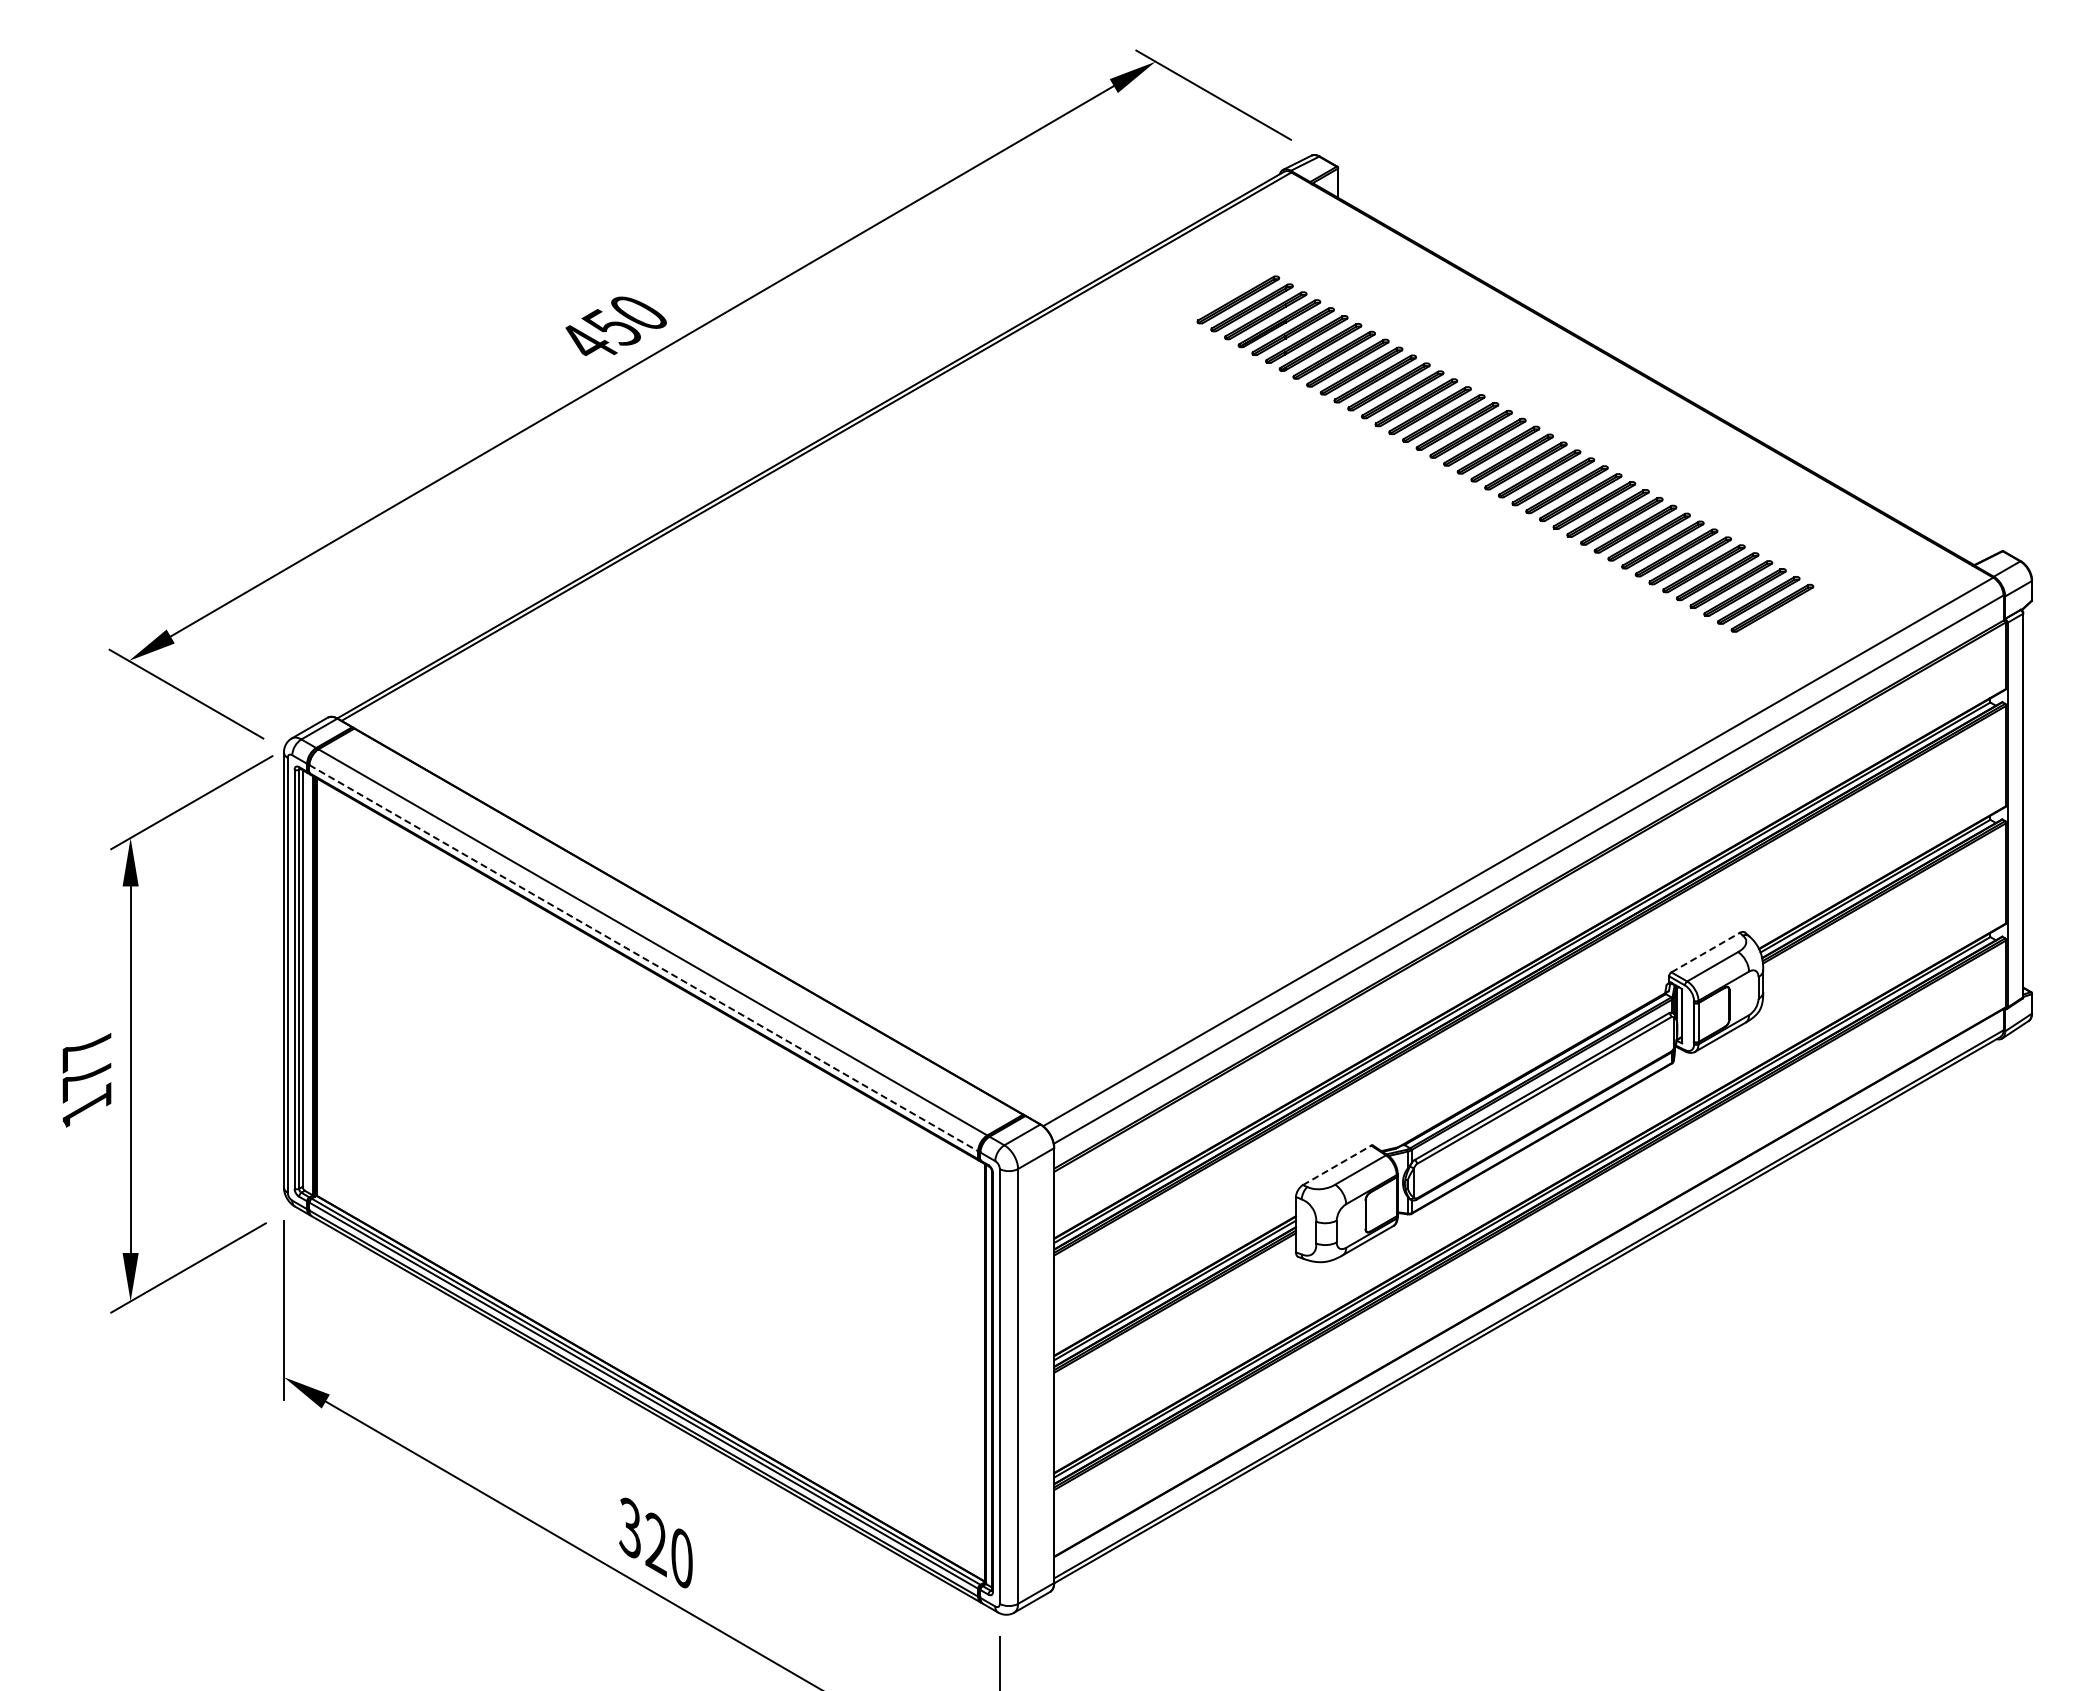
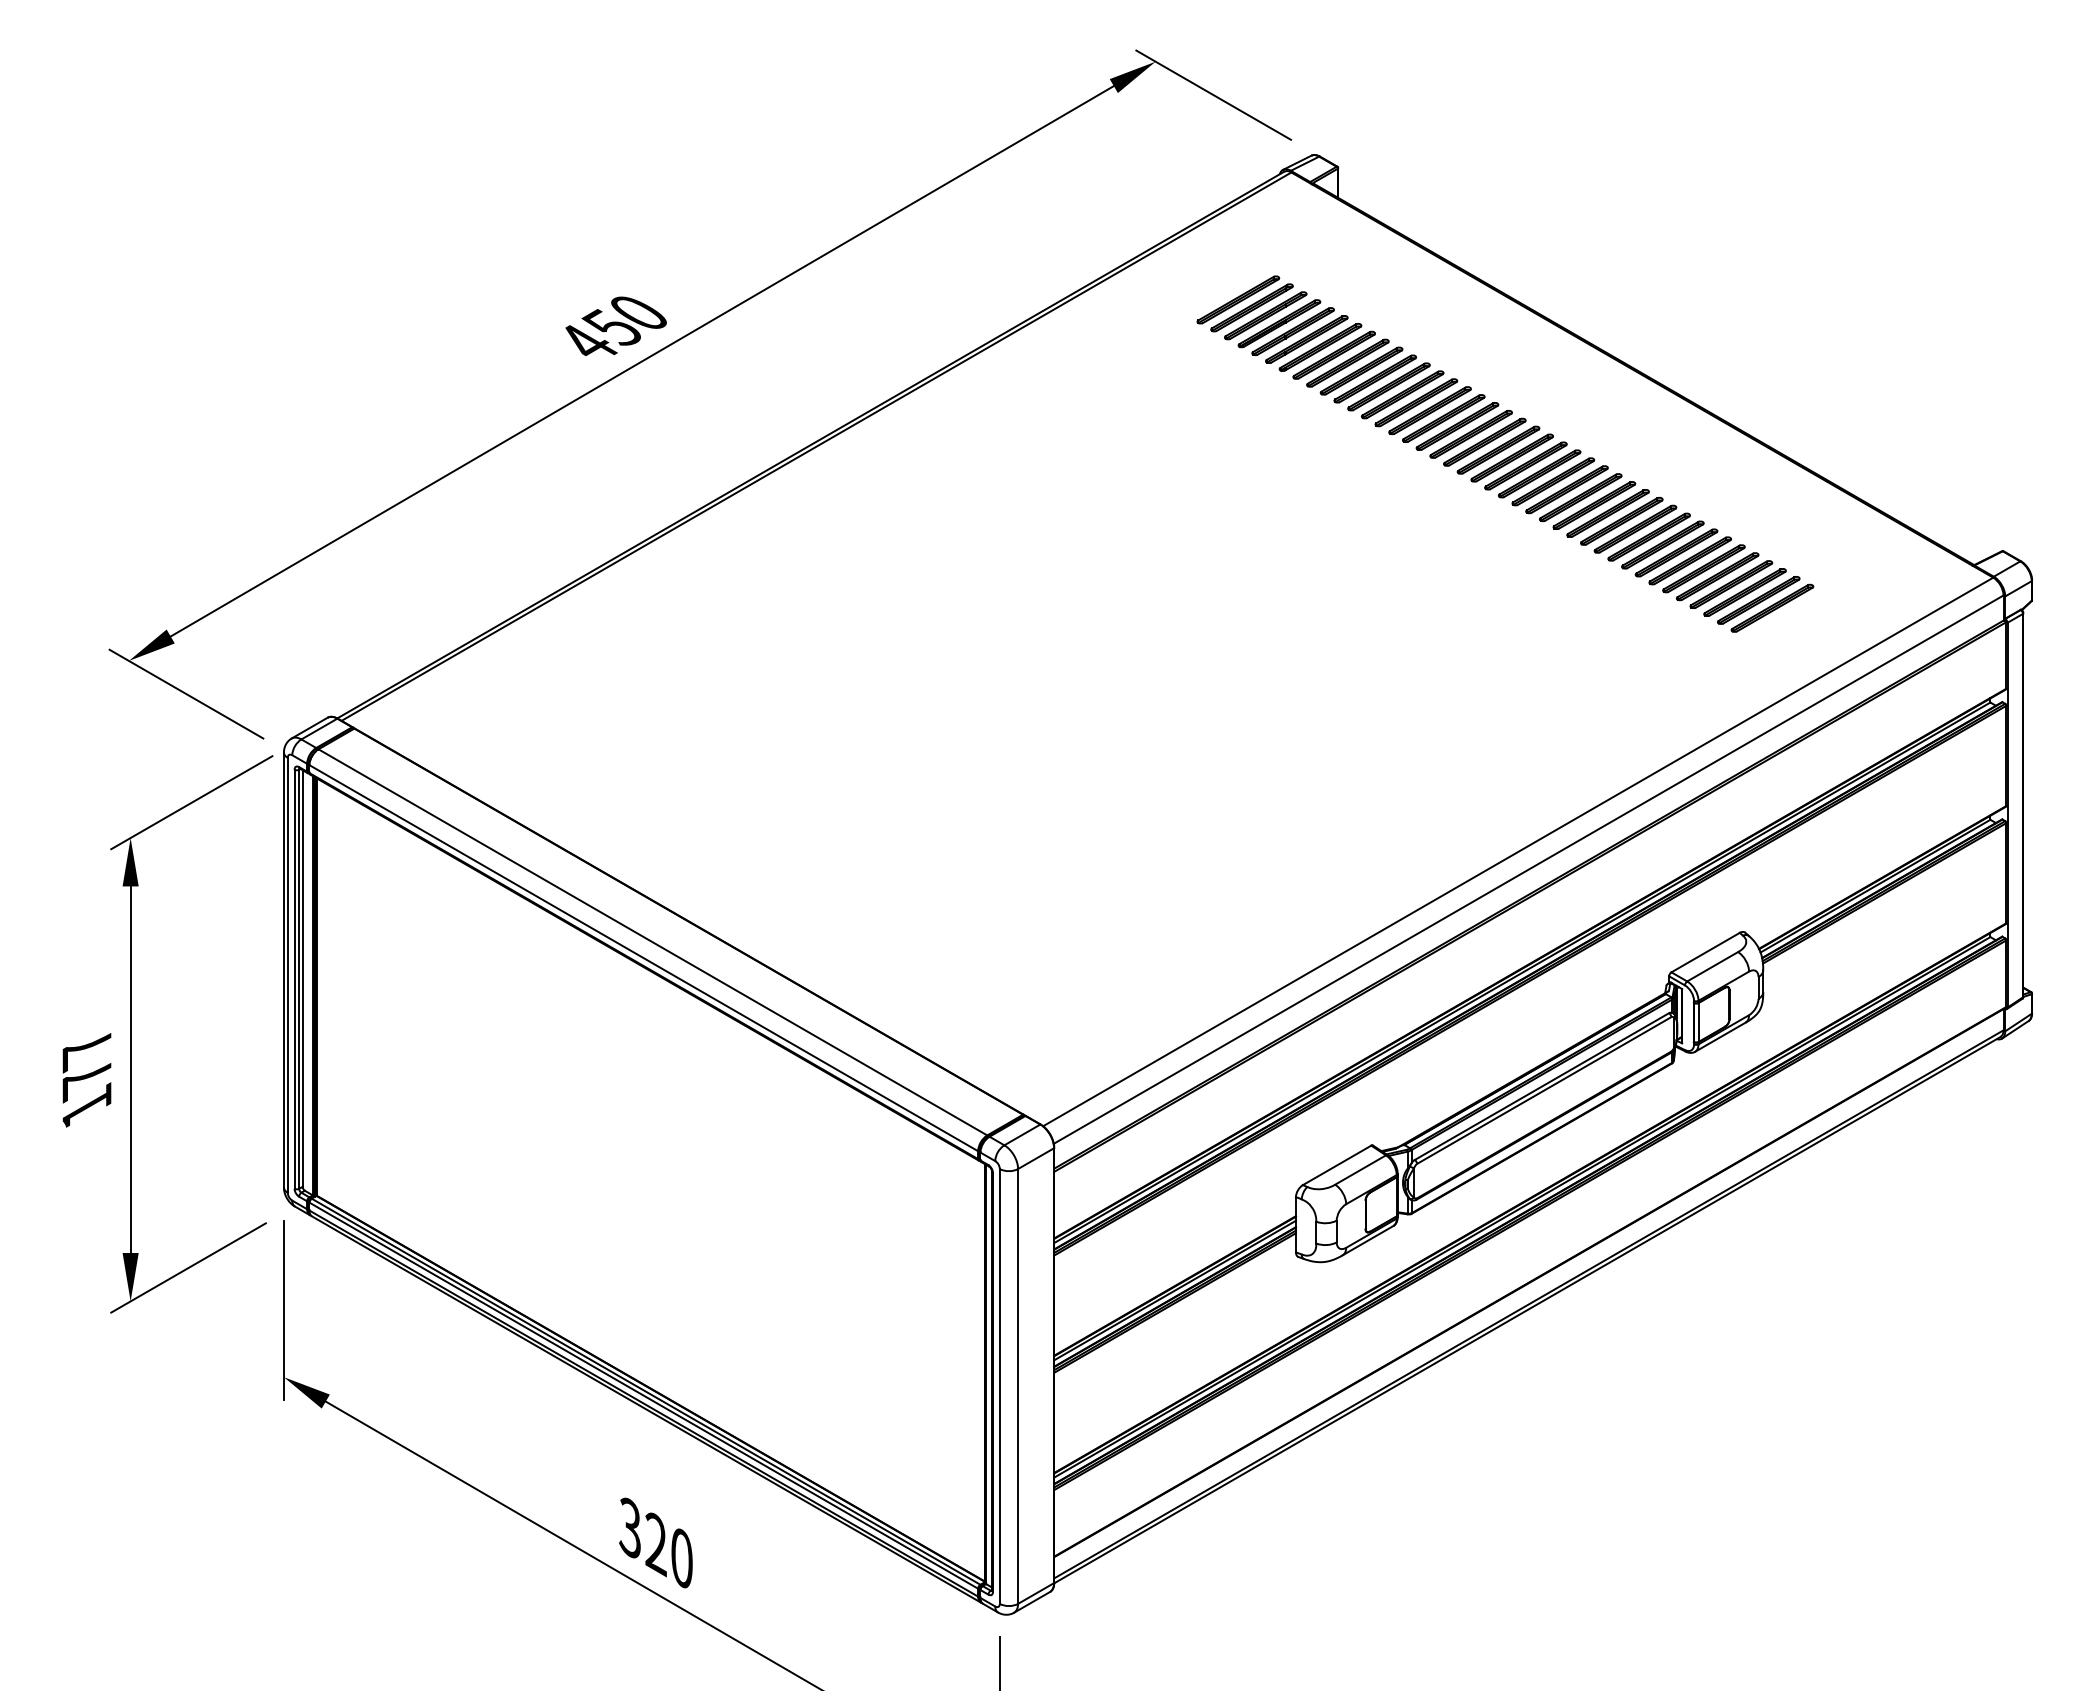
line at (1706, 952): dashed -> solid
line at (644, 958): dashed -> solid
line at (1337, 1165): dashed -> solid
